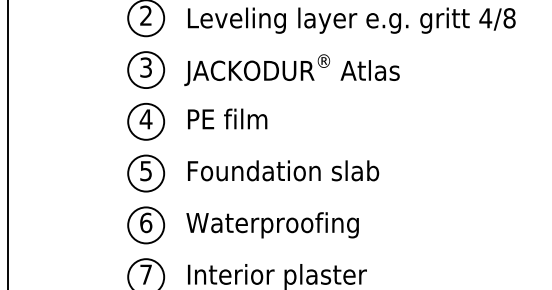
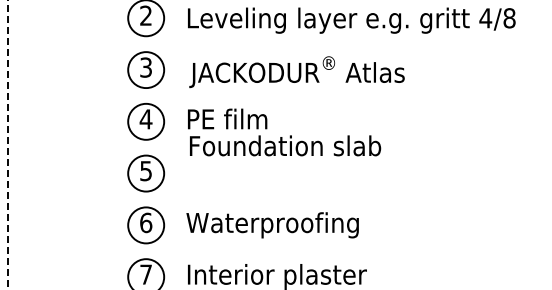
text at (291, 70) position: (291, 70) -> (296, 72)
line at (7, 144): solid -> dashed
text at (283, 170) position: (283, 170) -> (285, 145)
